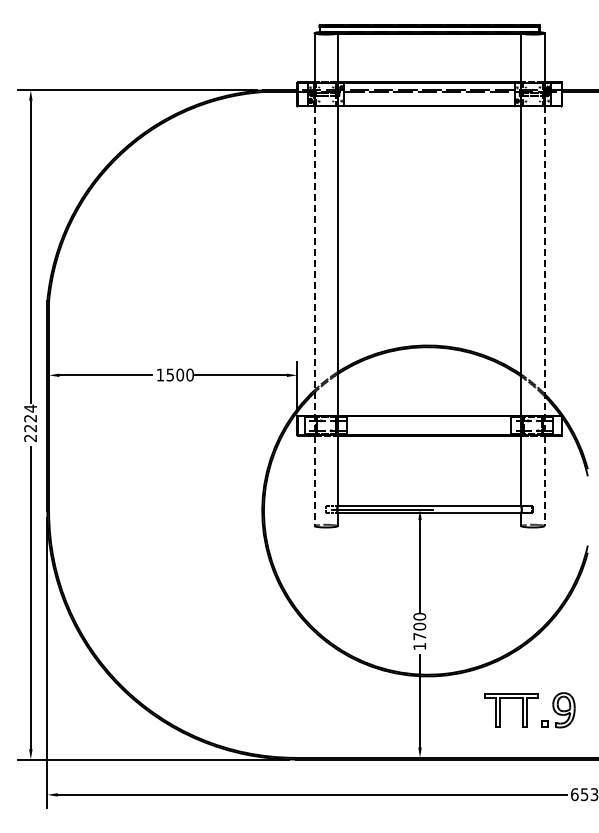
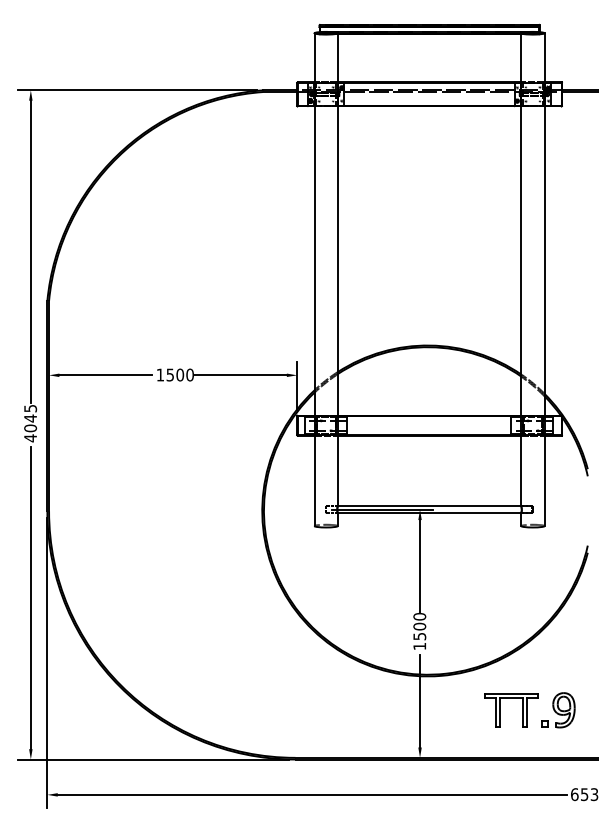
line at (314, 316): dashed -> solid
line at (544, 316): dashed -> solid
text at (30, 423): 2224 -> 4045
text at (419, 636): 1700 -> 1500
